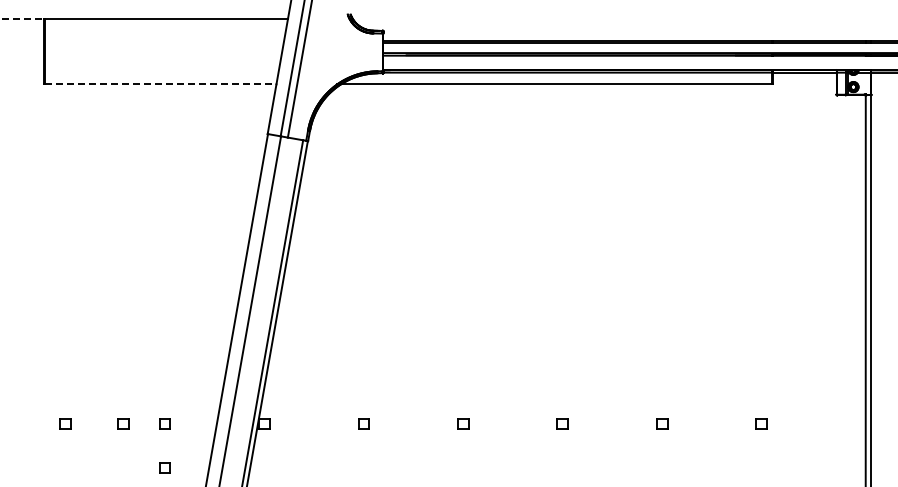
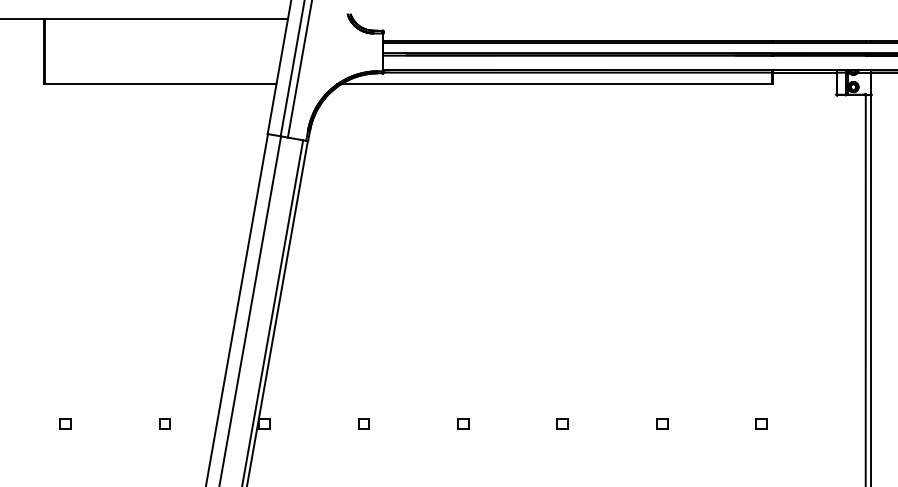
line at (22, 18): dashed -> solid
line at (160, 84): dashed -> solid
part at (123, 423): present -> none
part at (164, 467): present -> none
